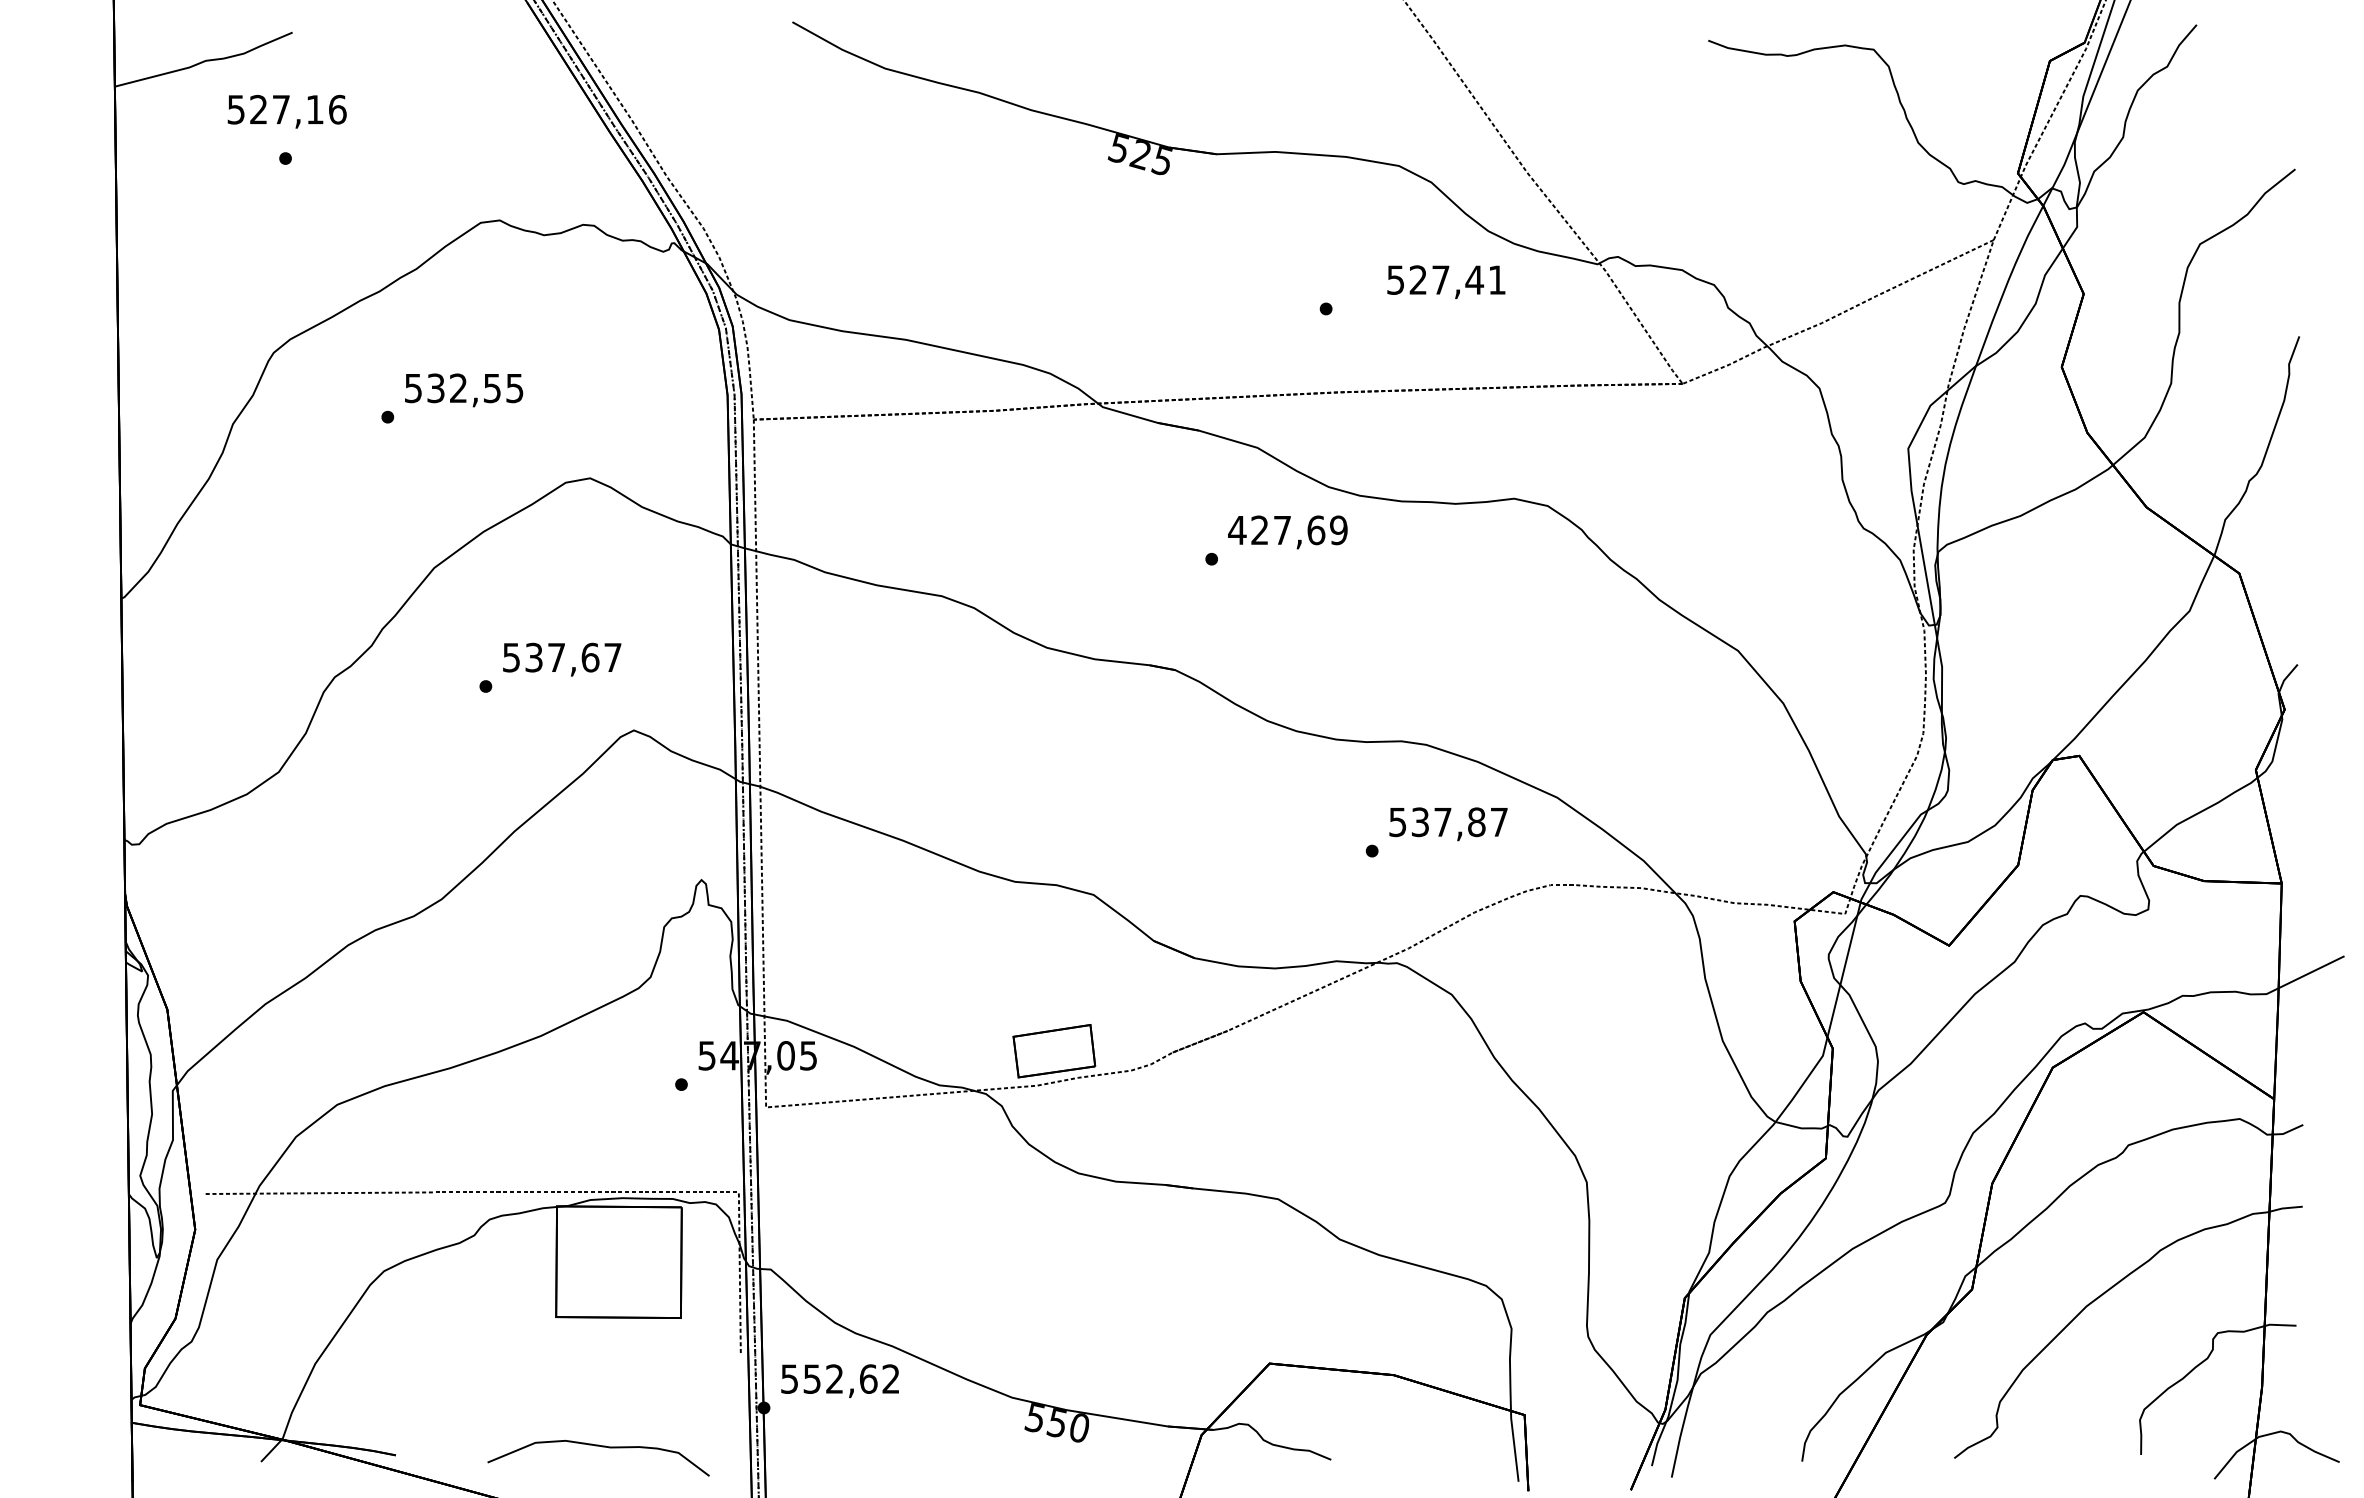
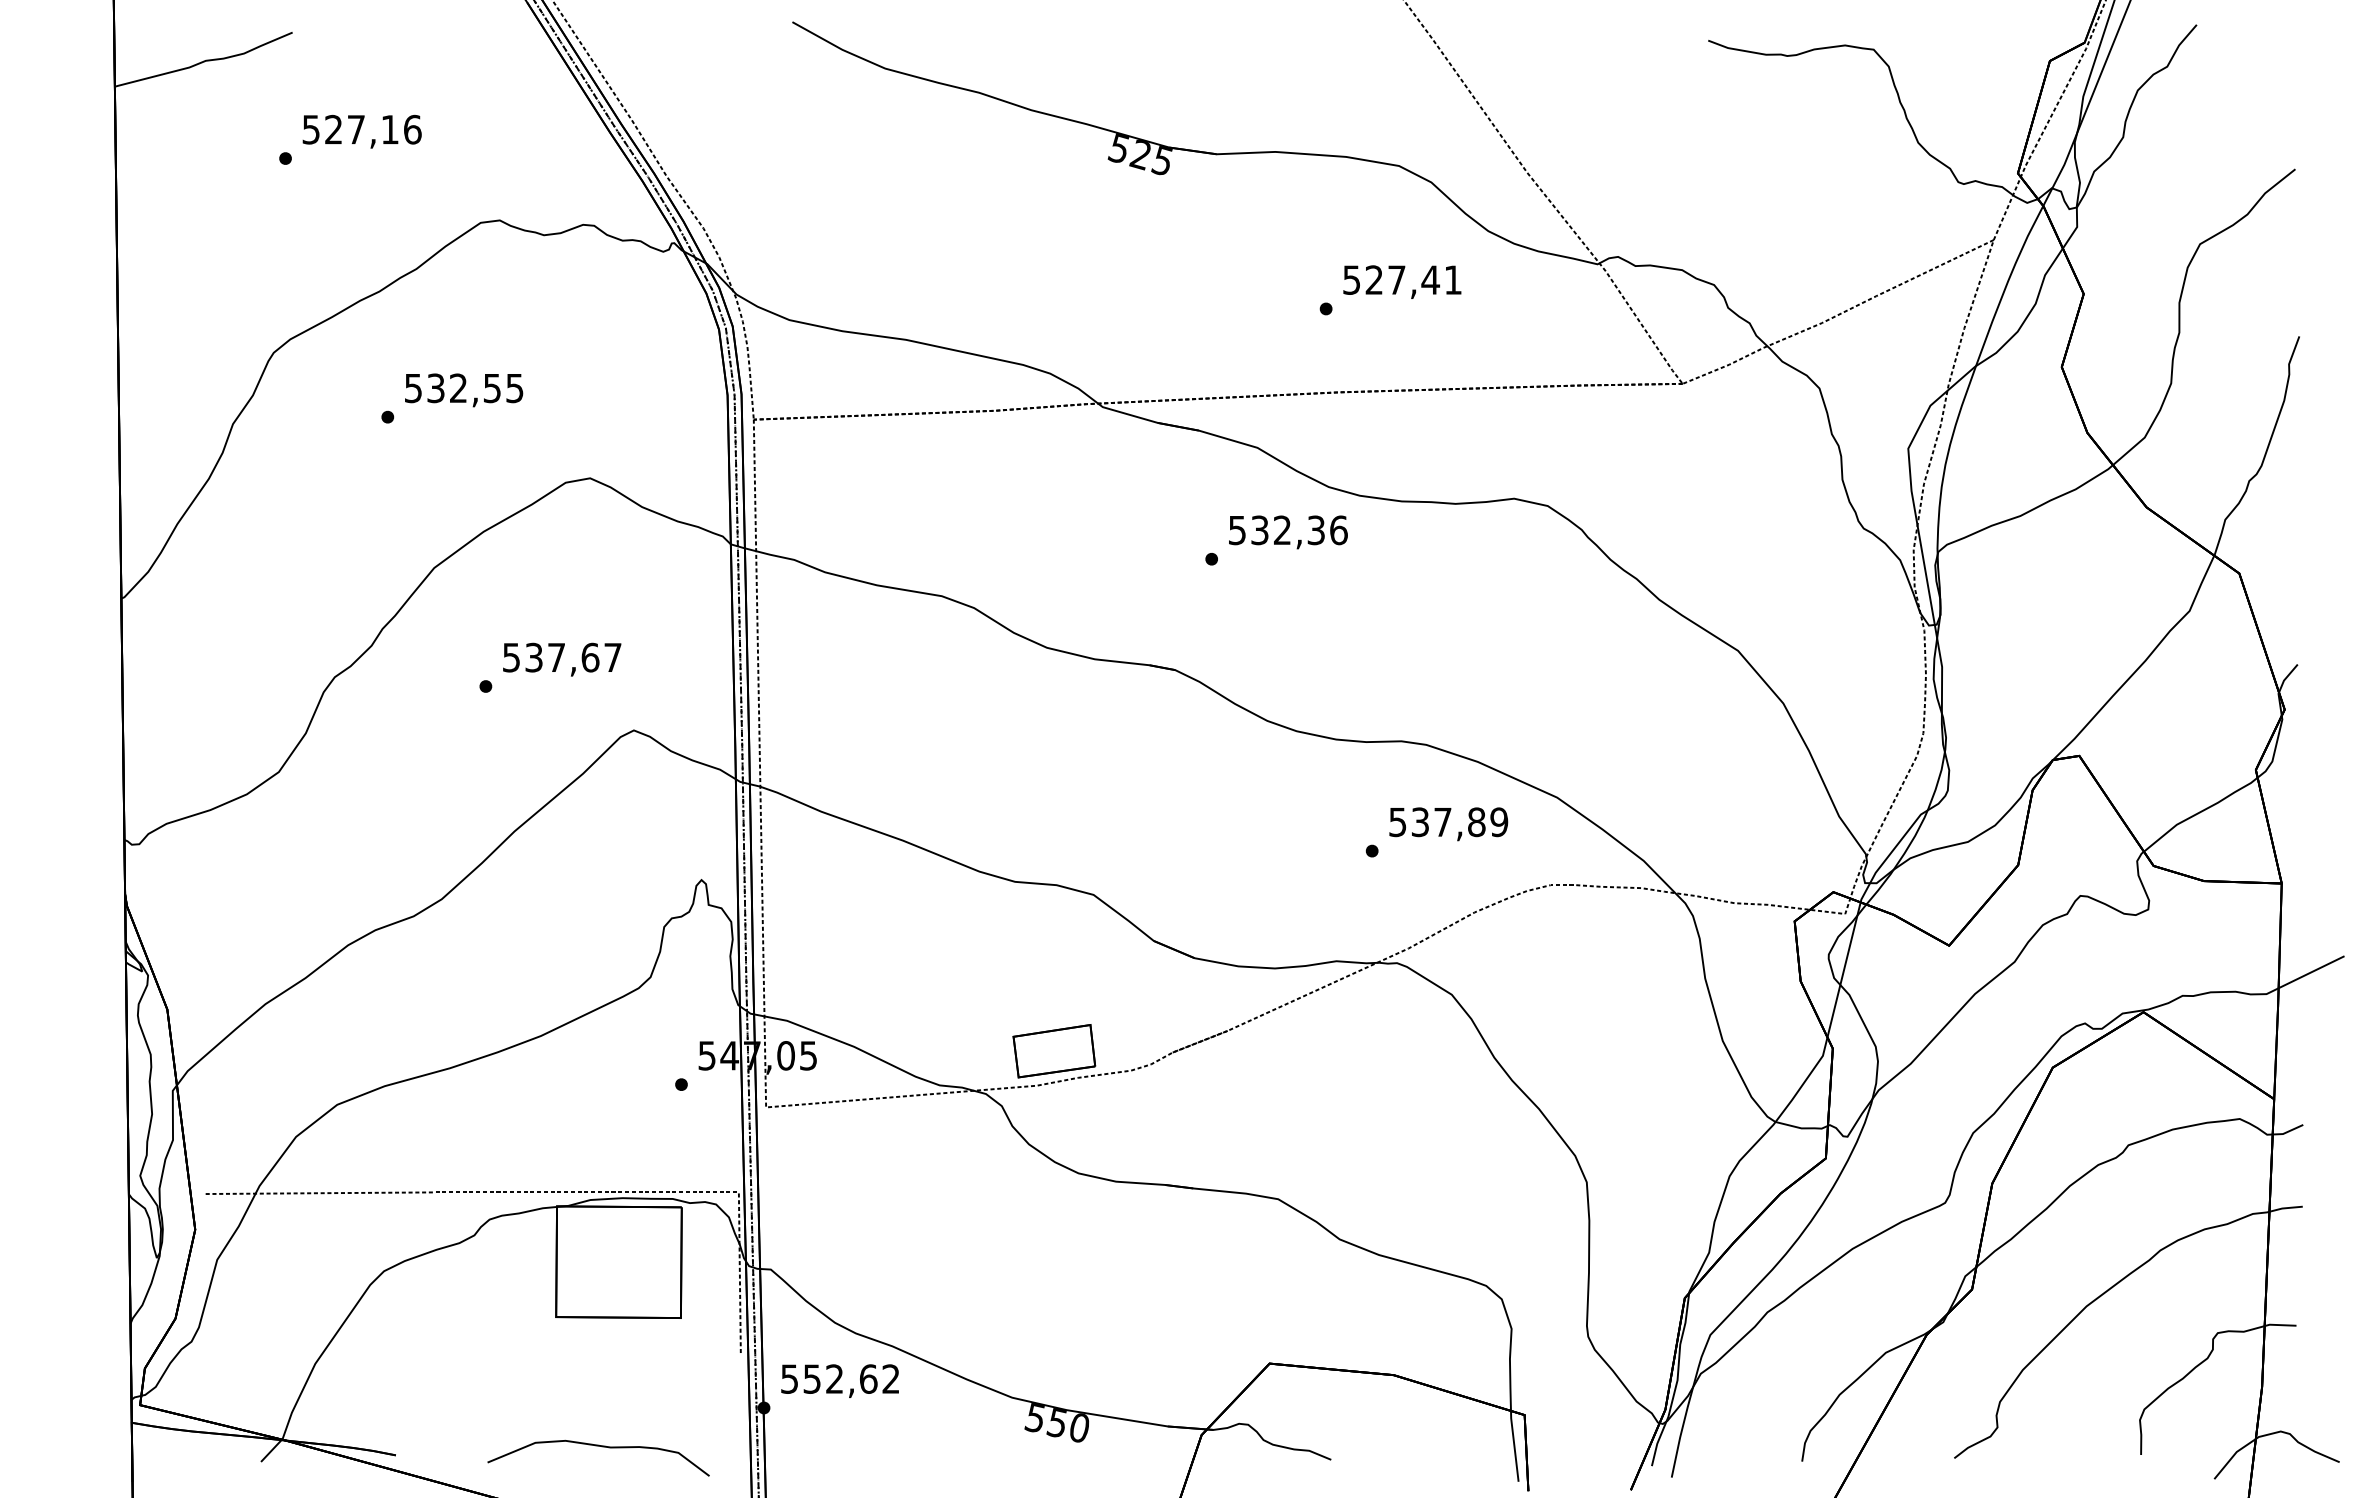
text at (286, 111) position: (286, 111) -> (361, 131)
text at (1446, 281) position: (1446, 281) -> (1402, 281)
text at (1287, 530): 427,69 -> 532,36
text at (1499, 822): 537,87 -> 537,89
